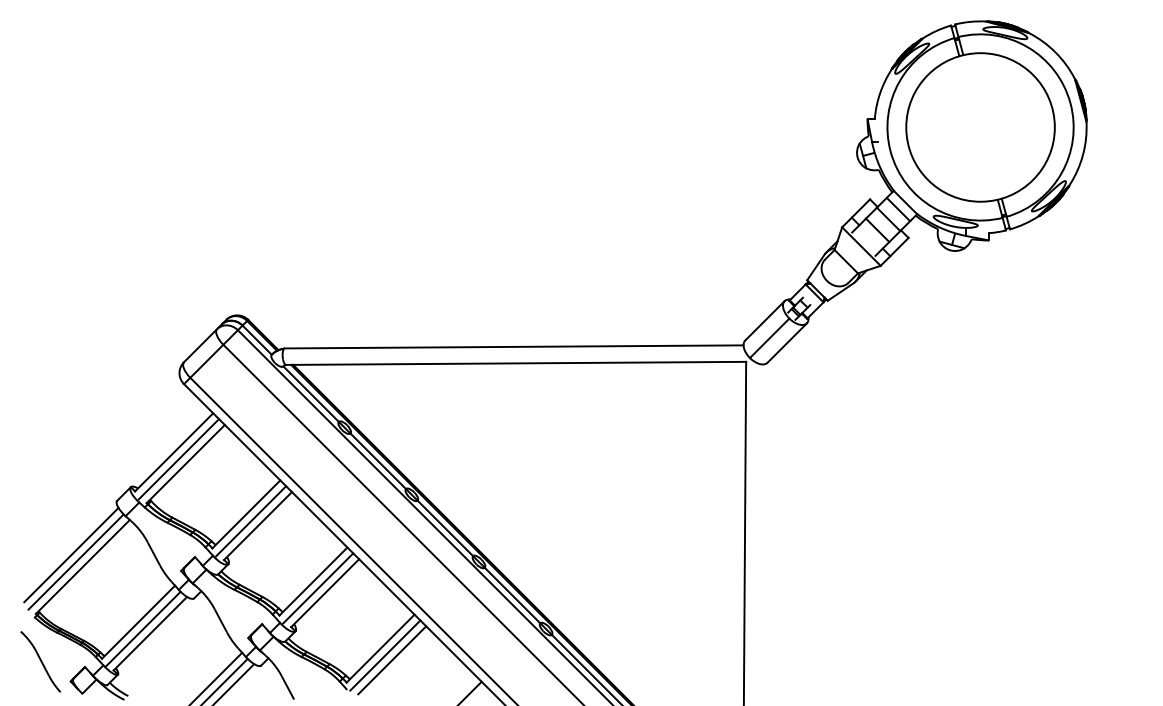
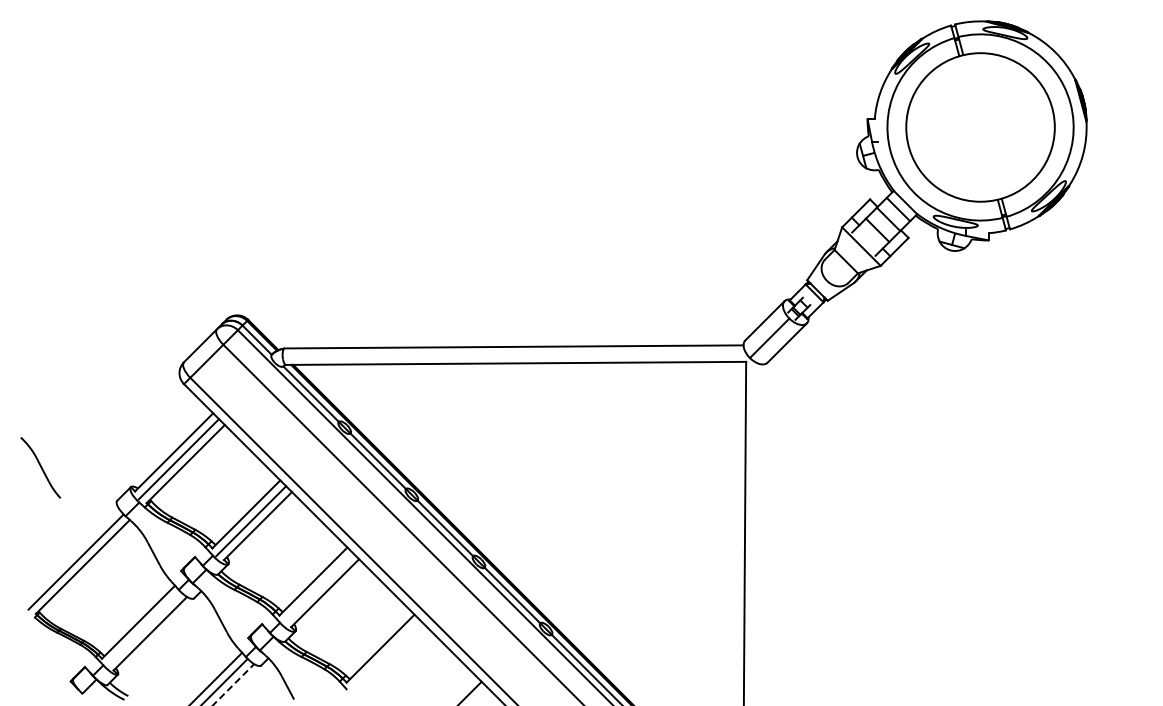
line at (71, 554): present -> none
line at (318, 588): present -> none
line at (143, 628): present -> none
line at (385, 655): present -> none
line at (392, 660): present -> none
part at (40, 661) position: (40, 661) -> (40, 467)
line at (233, 684): solid -> dashed
